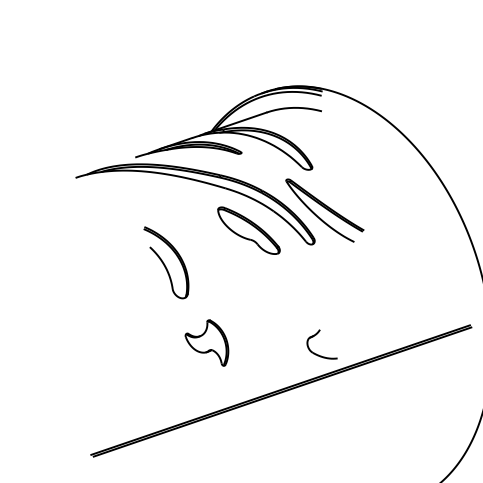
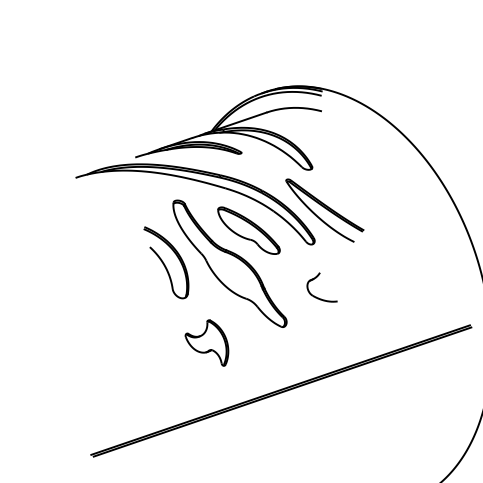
part at (229, 263): none -> present
part at (316, 335) position: (316, 335) -> (316, 278)
